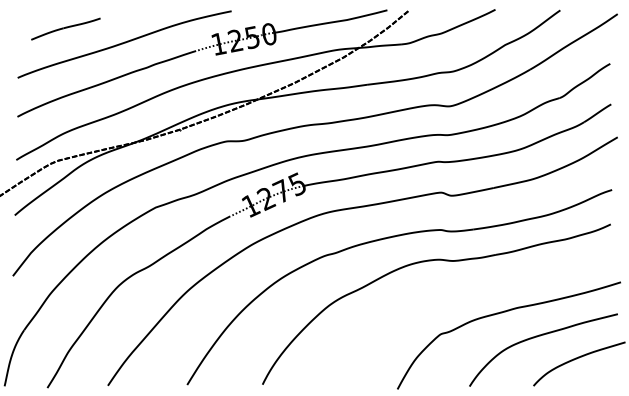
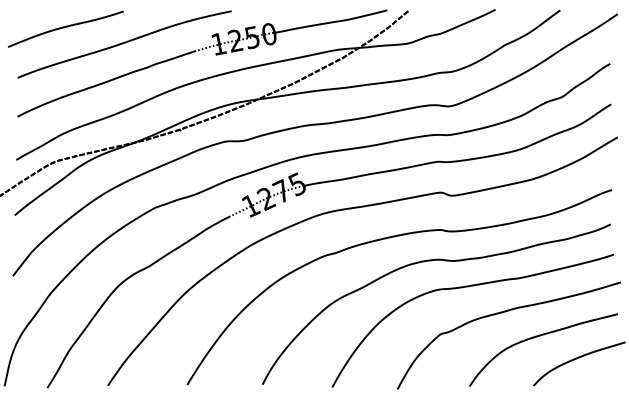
part at (65, 28) size: 70x24 px -> 116x38 px
part at (468, 287): none -> present
